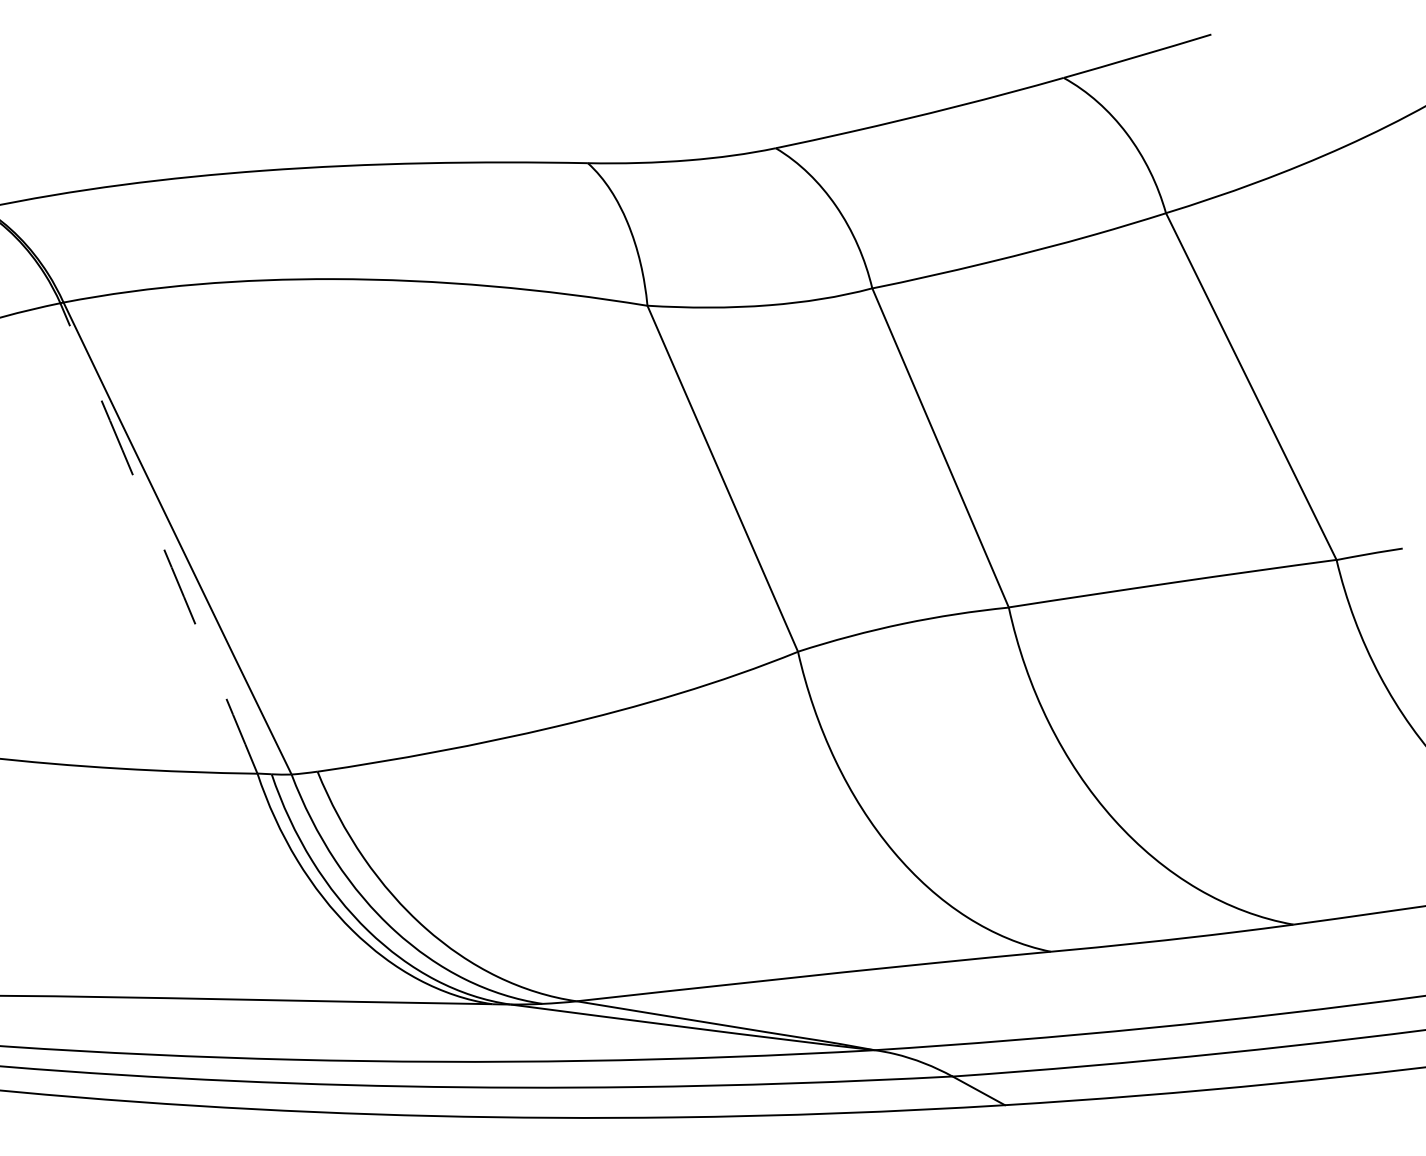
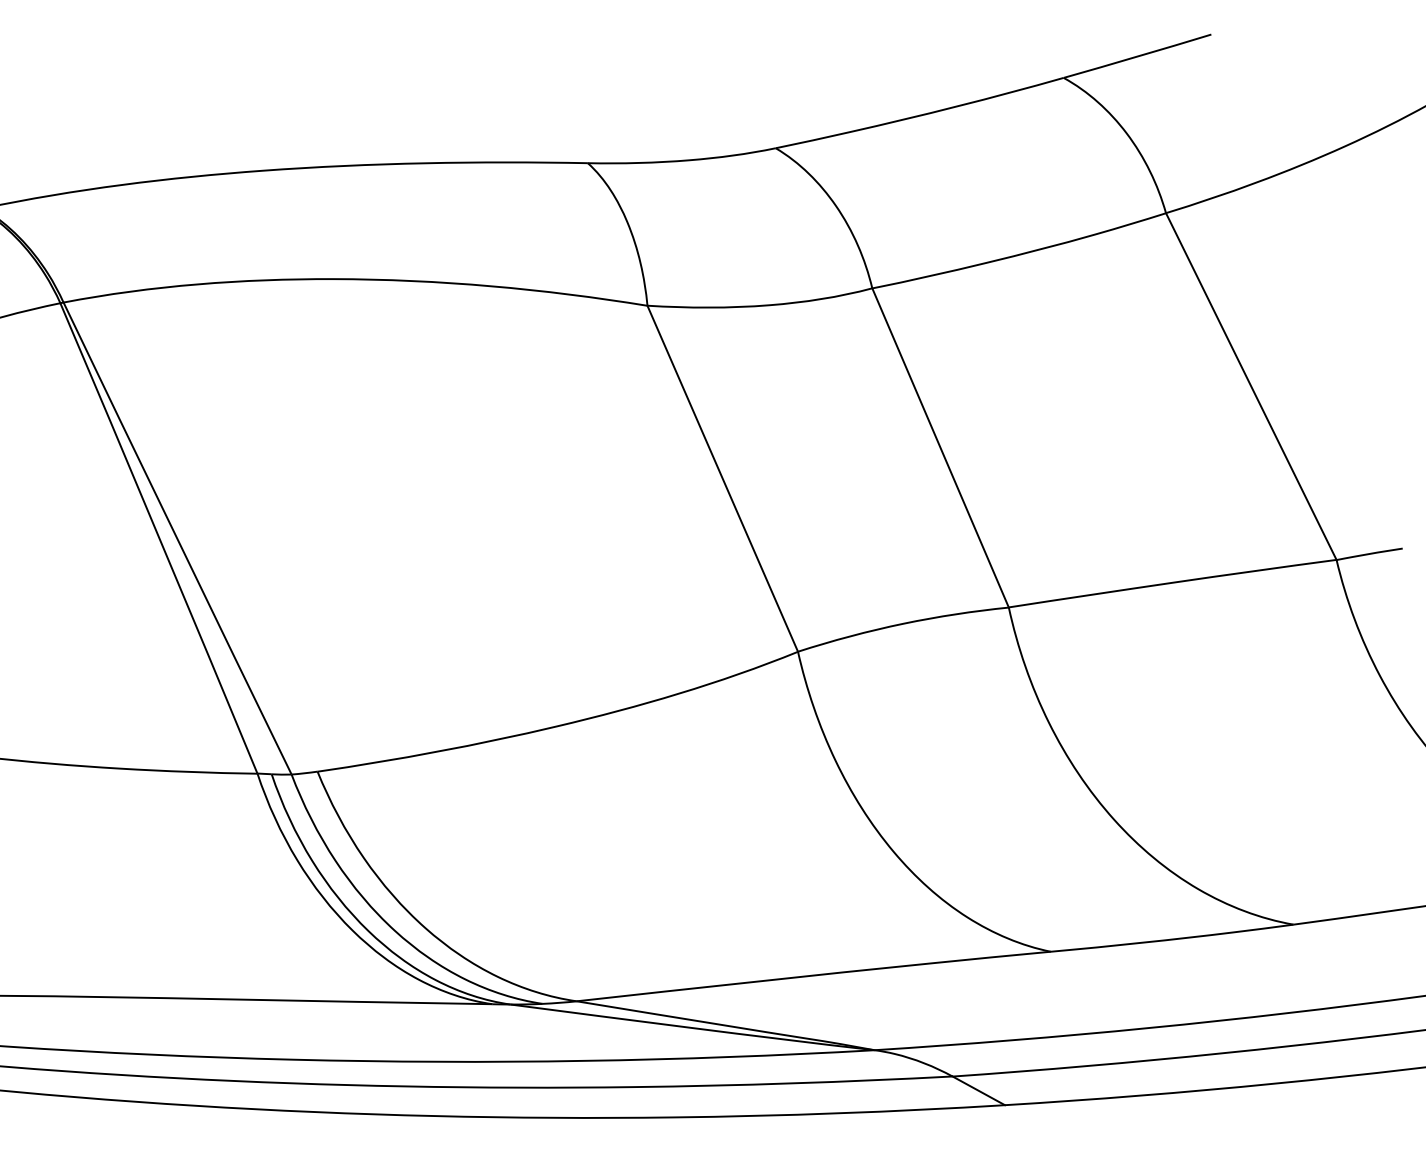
arc at (159, 538): dashed -> solid
